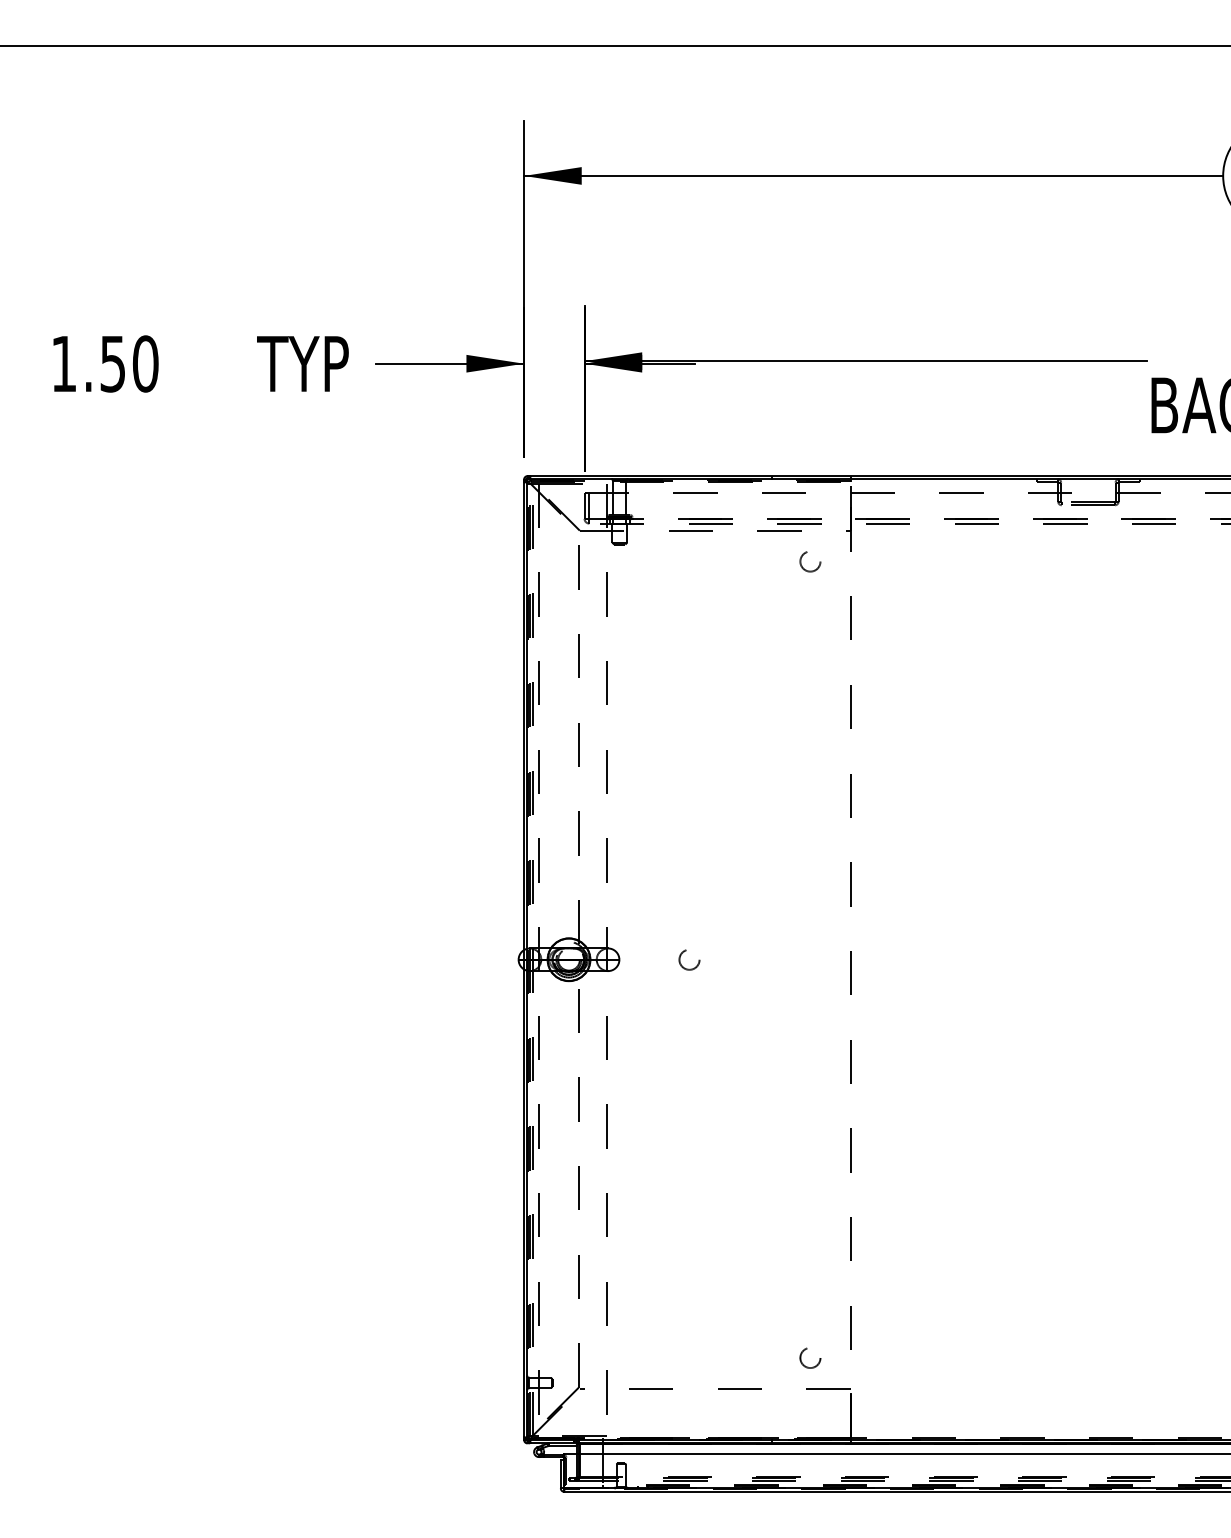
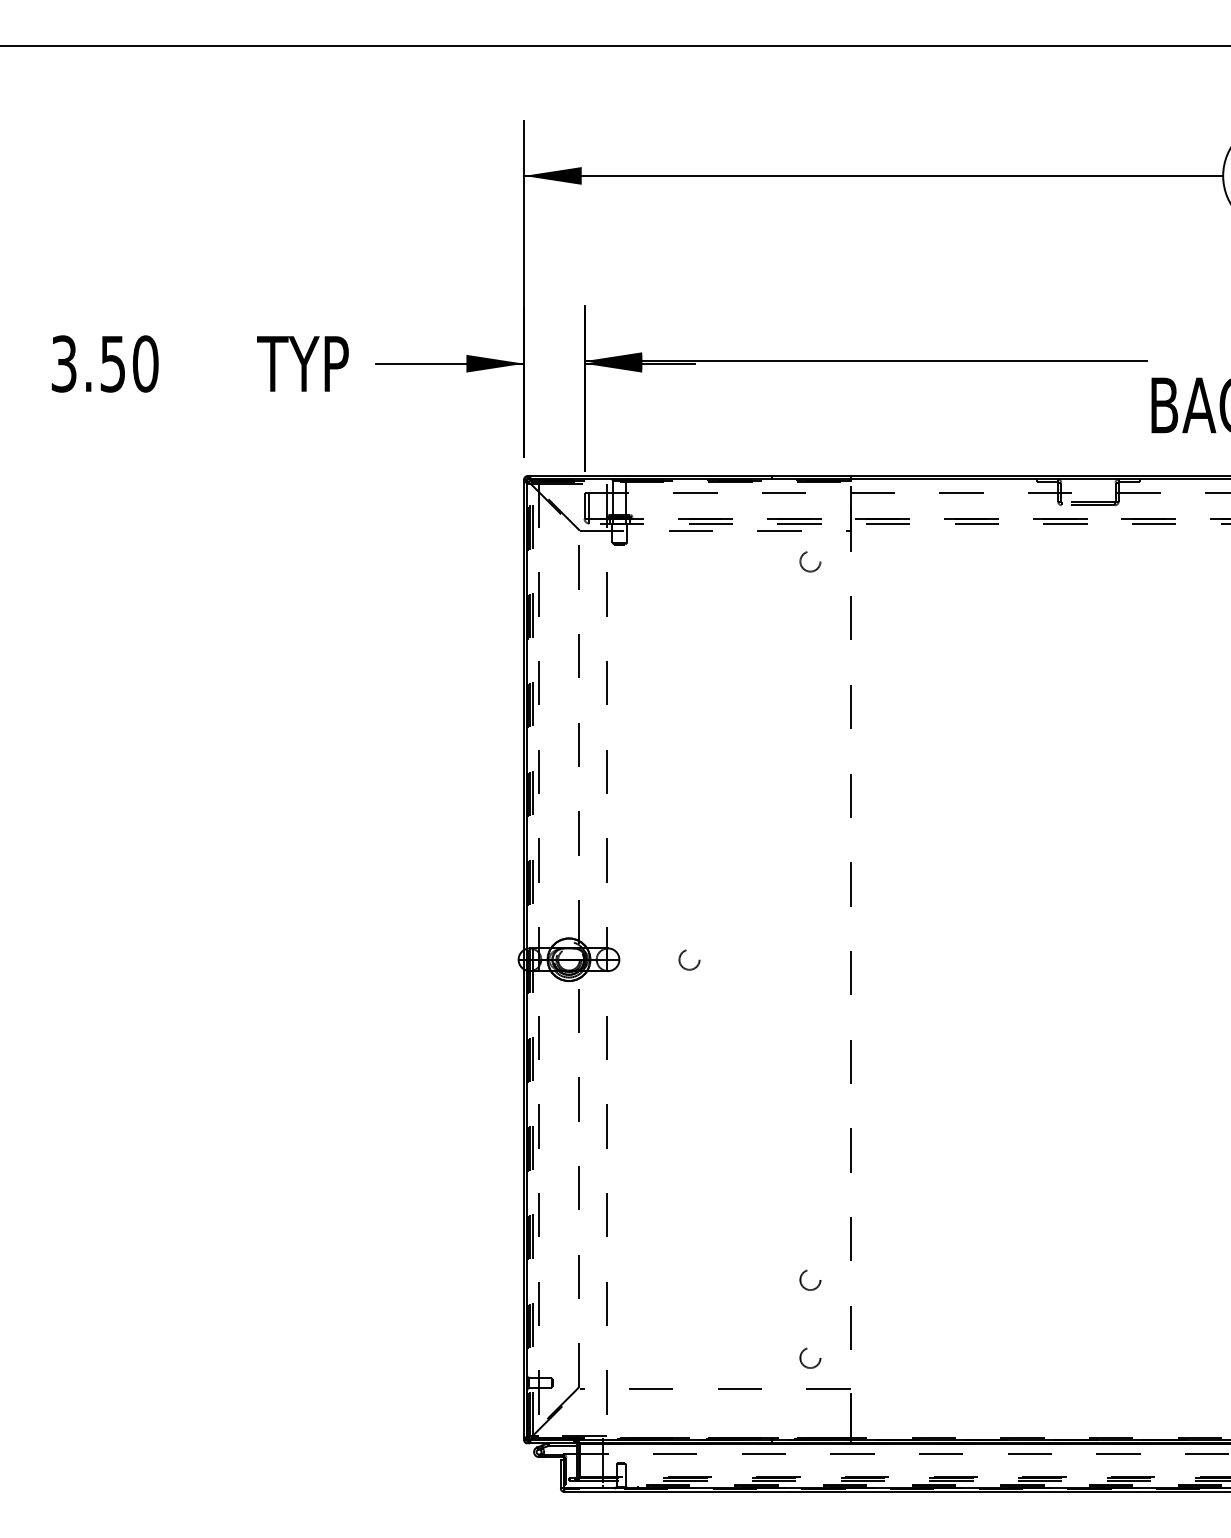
text at (63, 363): 1.50 -> 3.50
circle at (810, 1279): none -> present
line at (897, 1454): solid -> dashed
